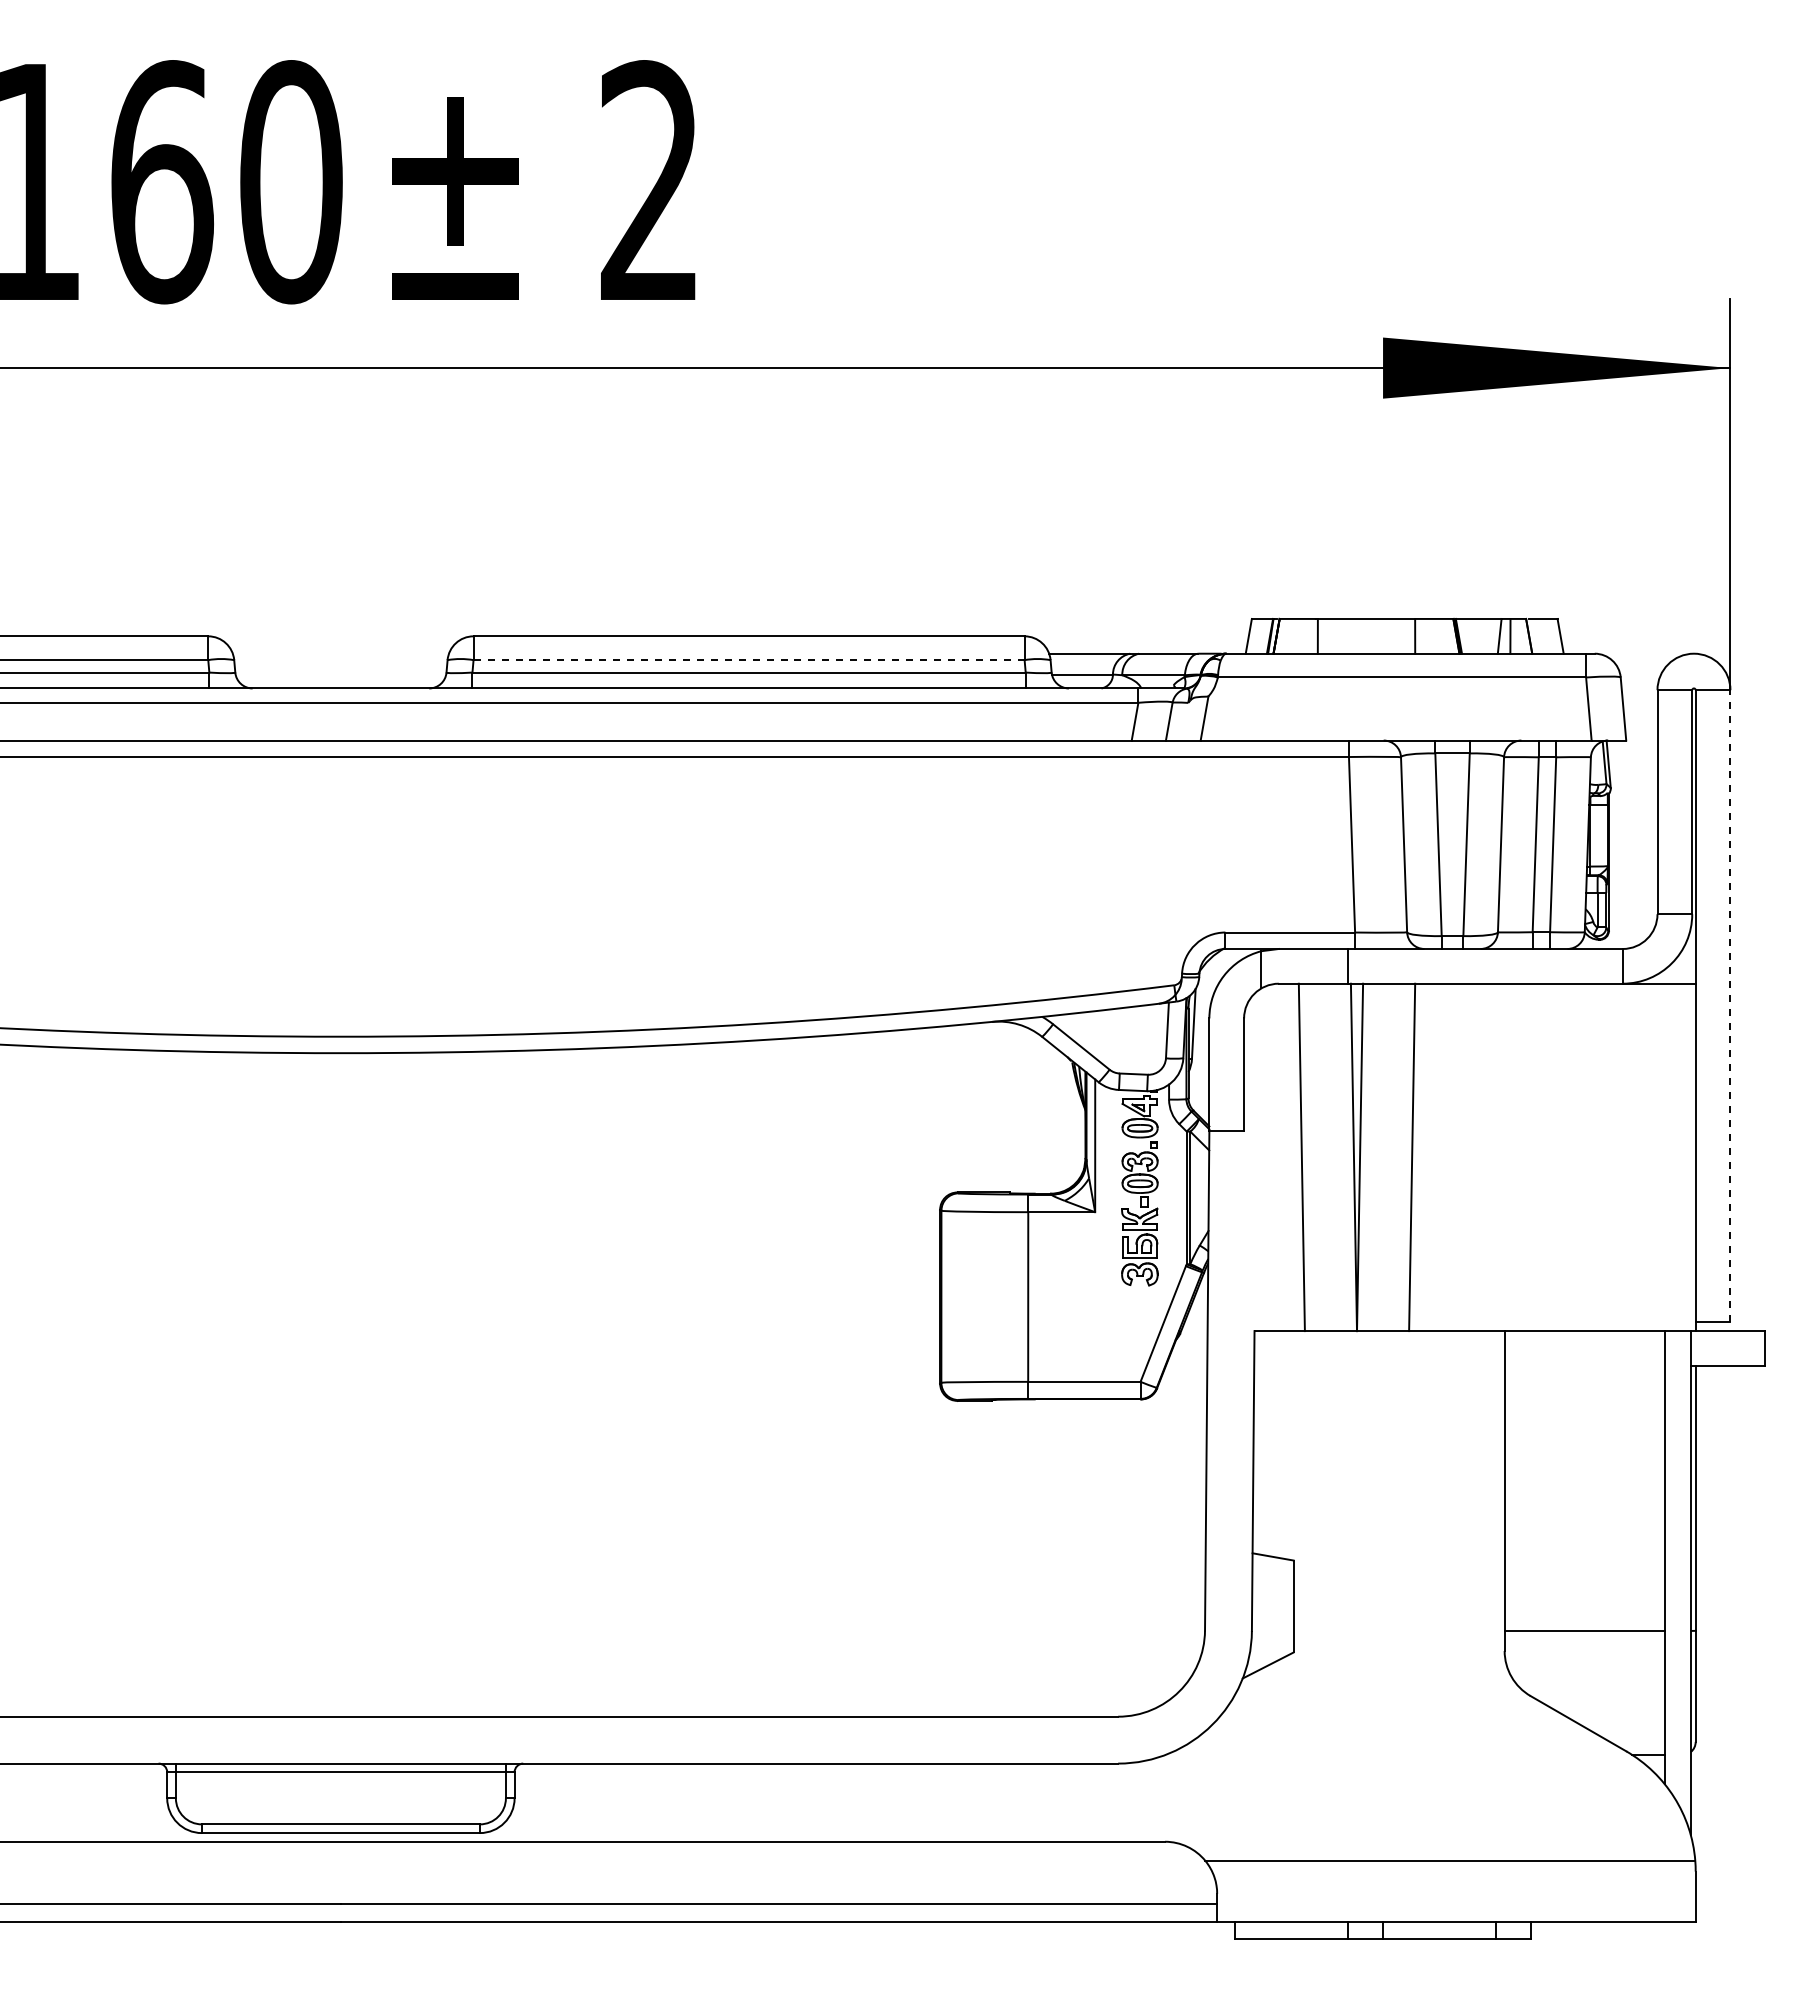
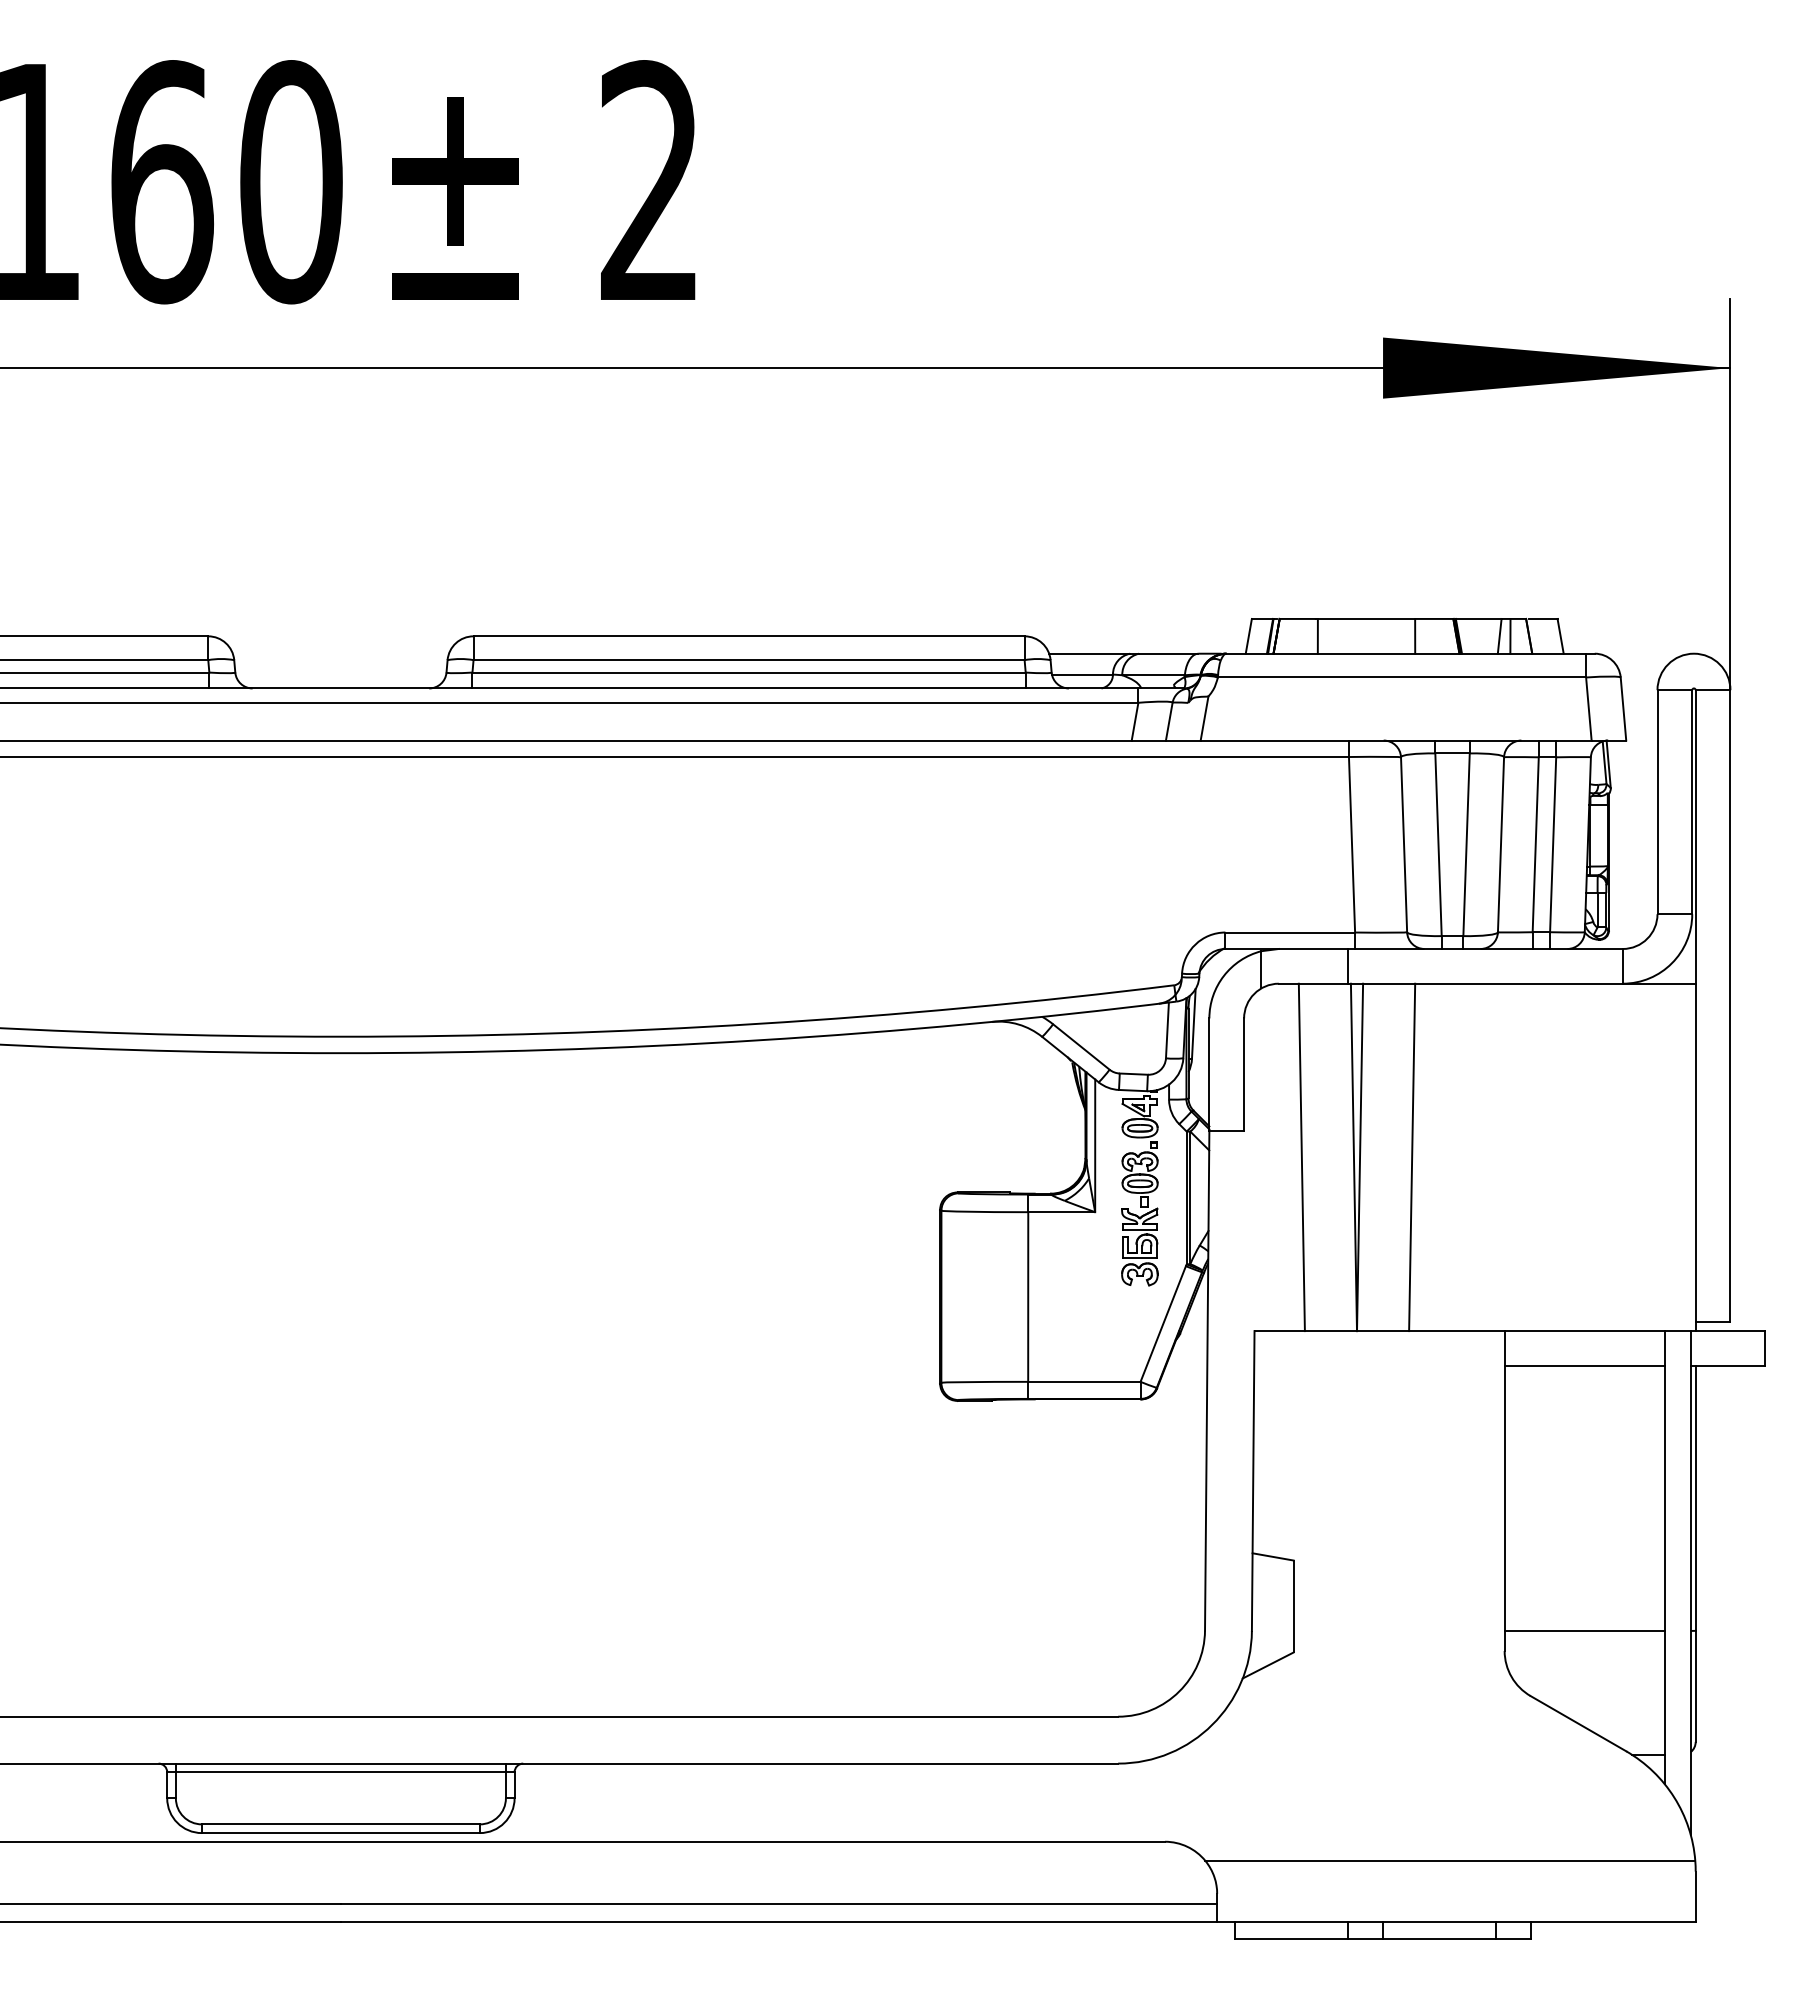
line at (749, 660): dashed -> solid
line at (1730, 1005): dashed -> solid
line at (1584, 1365): none -> present
